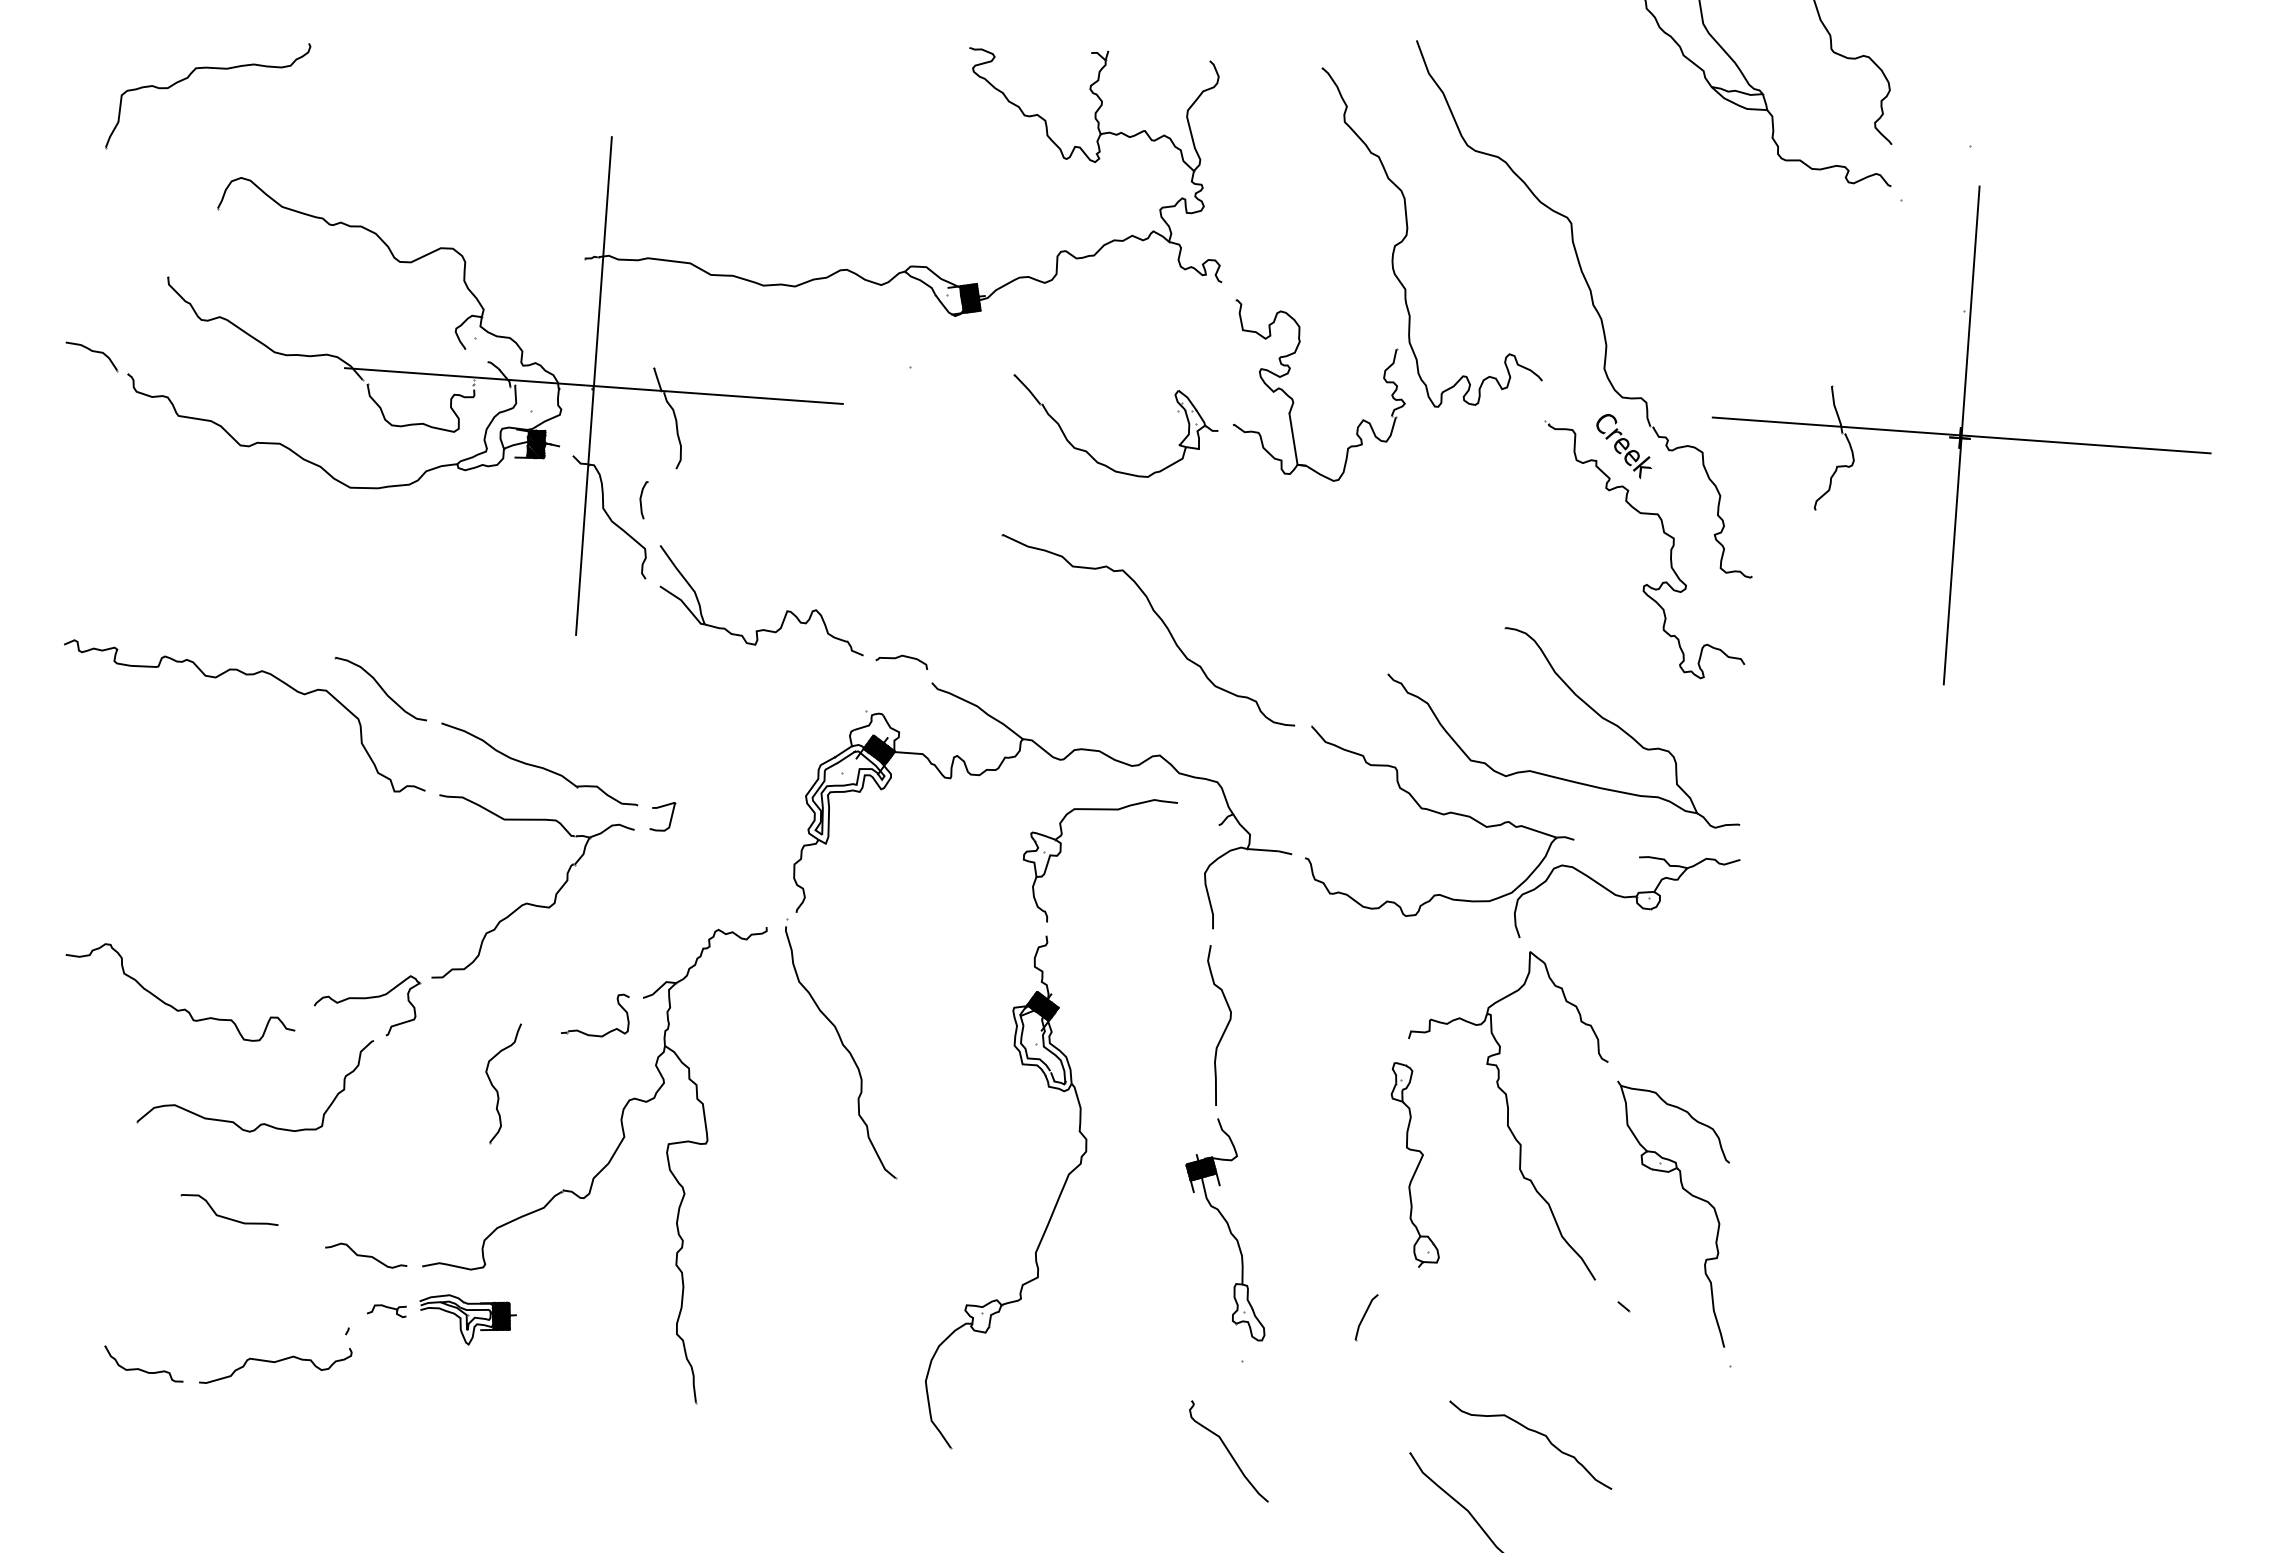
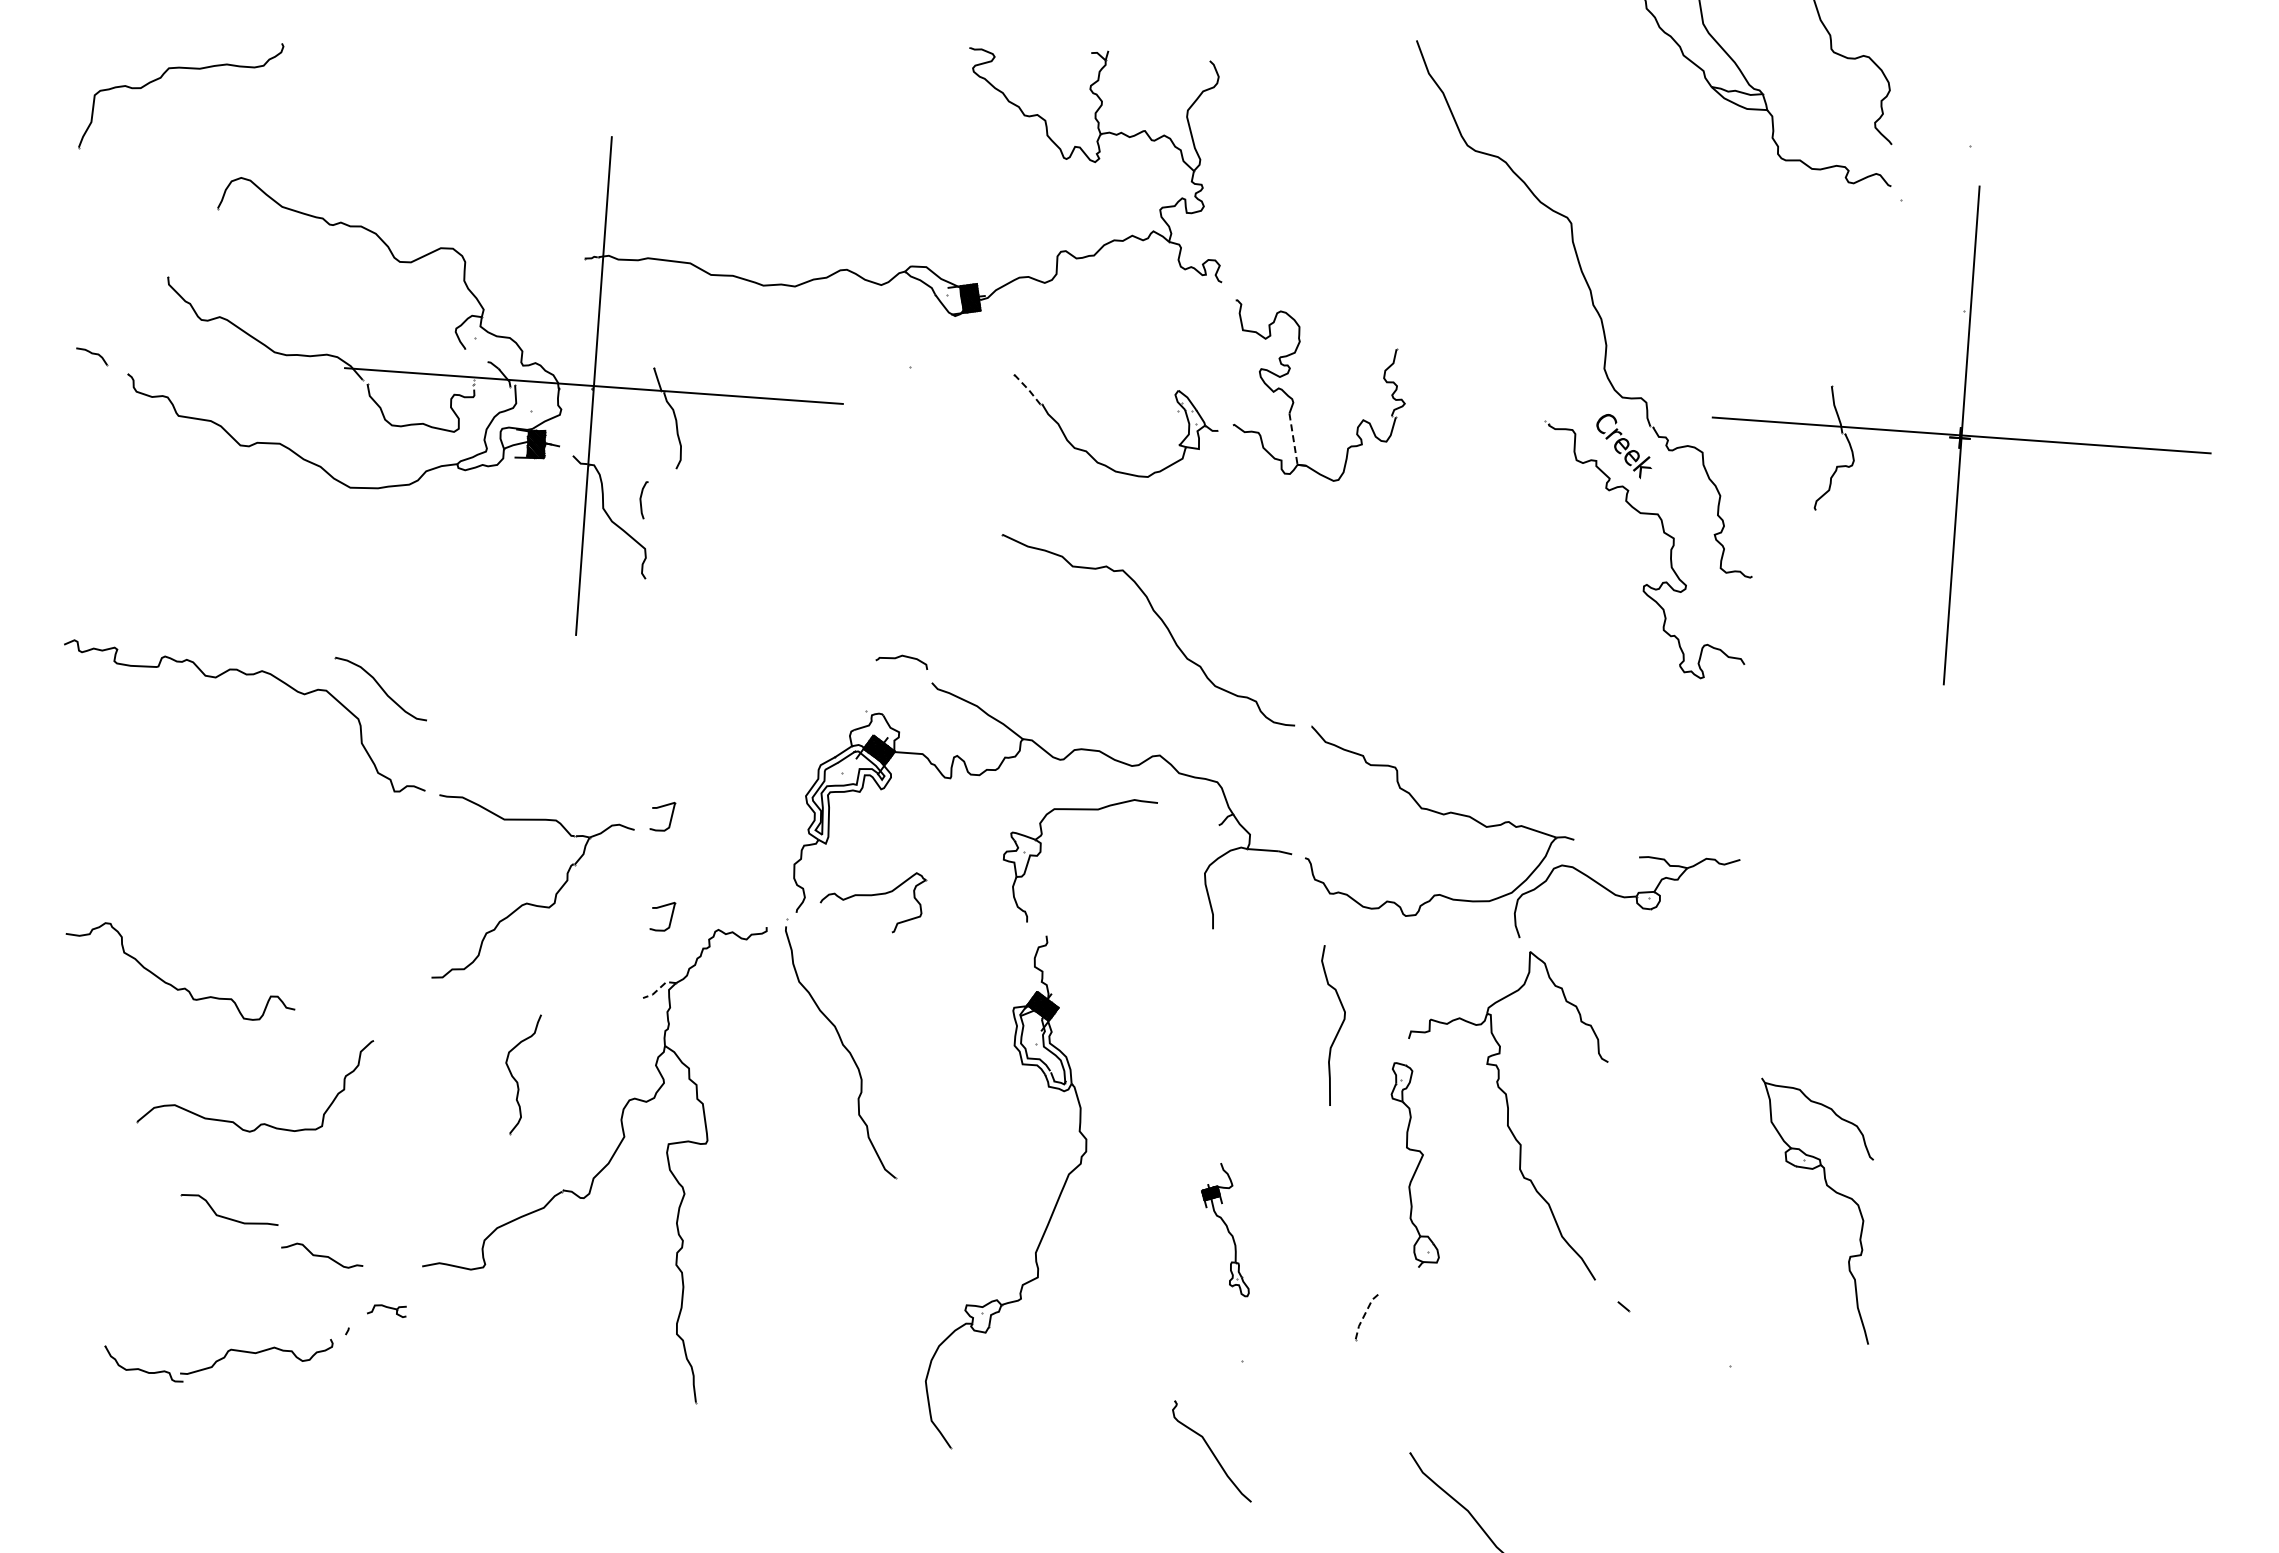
part at (189, 77) position: (189, 77) -> (162, 77)
part at (1407, 235): present -> none
part at (91, 356) size: 54x32 px -> 33x20 px
line at (1028, 389): solid -> dashed
line at (1293, 439): solid -> dashed
part at (785, 612): present -> none
part at (1585, 704): present -> none
part at (539, 764): present -> none
part at (1061, 852) position: (1061, 852) -> (1041, 852)
part at (670, 917): none -> present
line at (659, 988): solid -> dashed
part at (365, 999) position: (365, 999) -> (871, 896)
curve at (170, 1004) position: (170, 1004) -> (170, 983)
curve at (1225, 1027) position: (1225, 1027) -> (1339, 1027)
part at (594, 1034): present -> none
part at (496, 1088) position: (496, 1088) -> (516, 1079)
part at (1686, 1192) position: (1686, 1192) -> (1830, 1189)
part at (1225, 1229) size: 81x224 px -> 49x135 px
curve at (366, 1255) position: (366, 1255) -> (322, 1255)
line at (1363, 1316): solid -> dashed
part at (467, 1319): present -> none
curve at (274, 1363) position: (274, 1363) -> (255, 1354)
part at (1534, 1432): present -> none
part at (1228, 1451) position: (1228, 1451) -> (1211, 1451)
